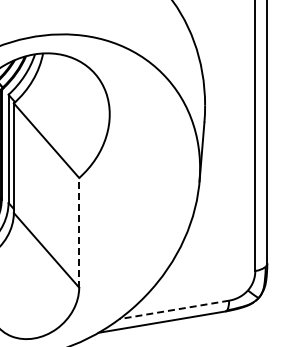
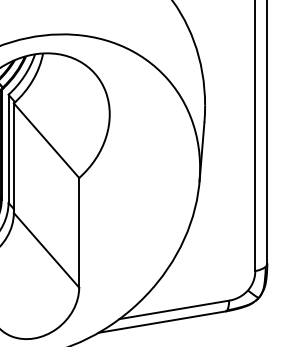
line at (79, 232): dashed -> solid
line at (174, 309): dashed -> solid
